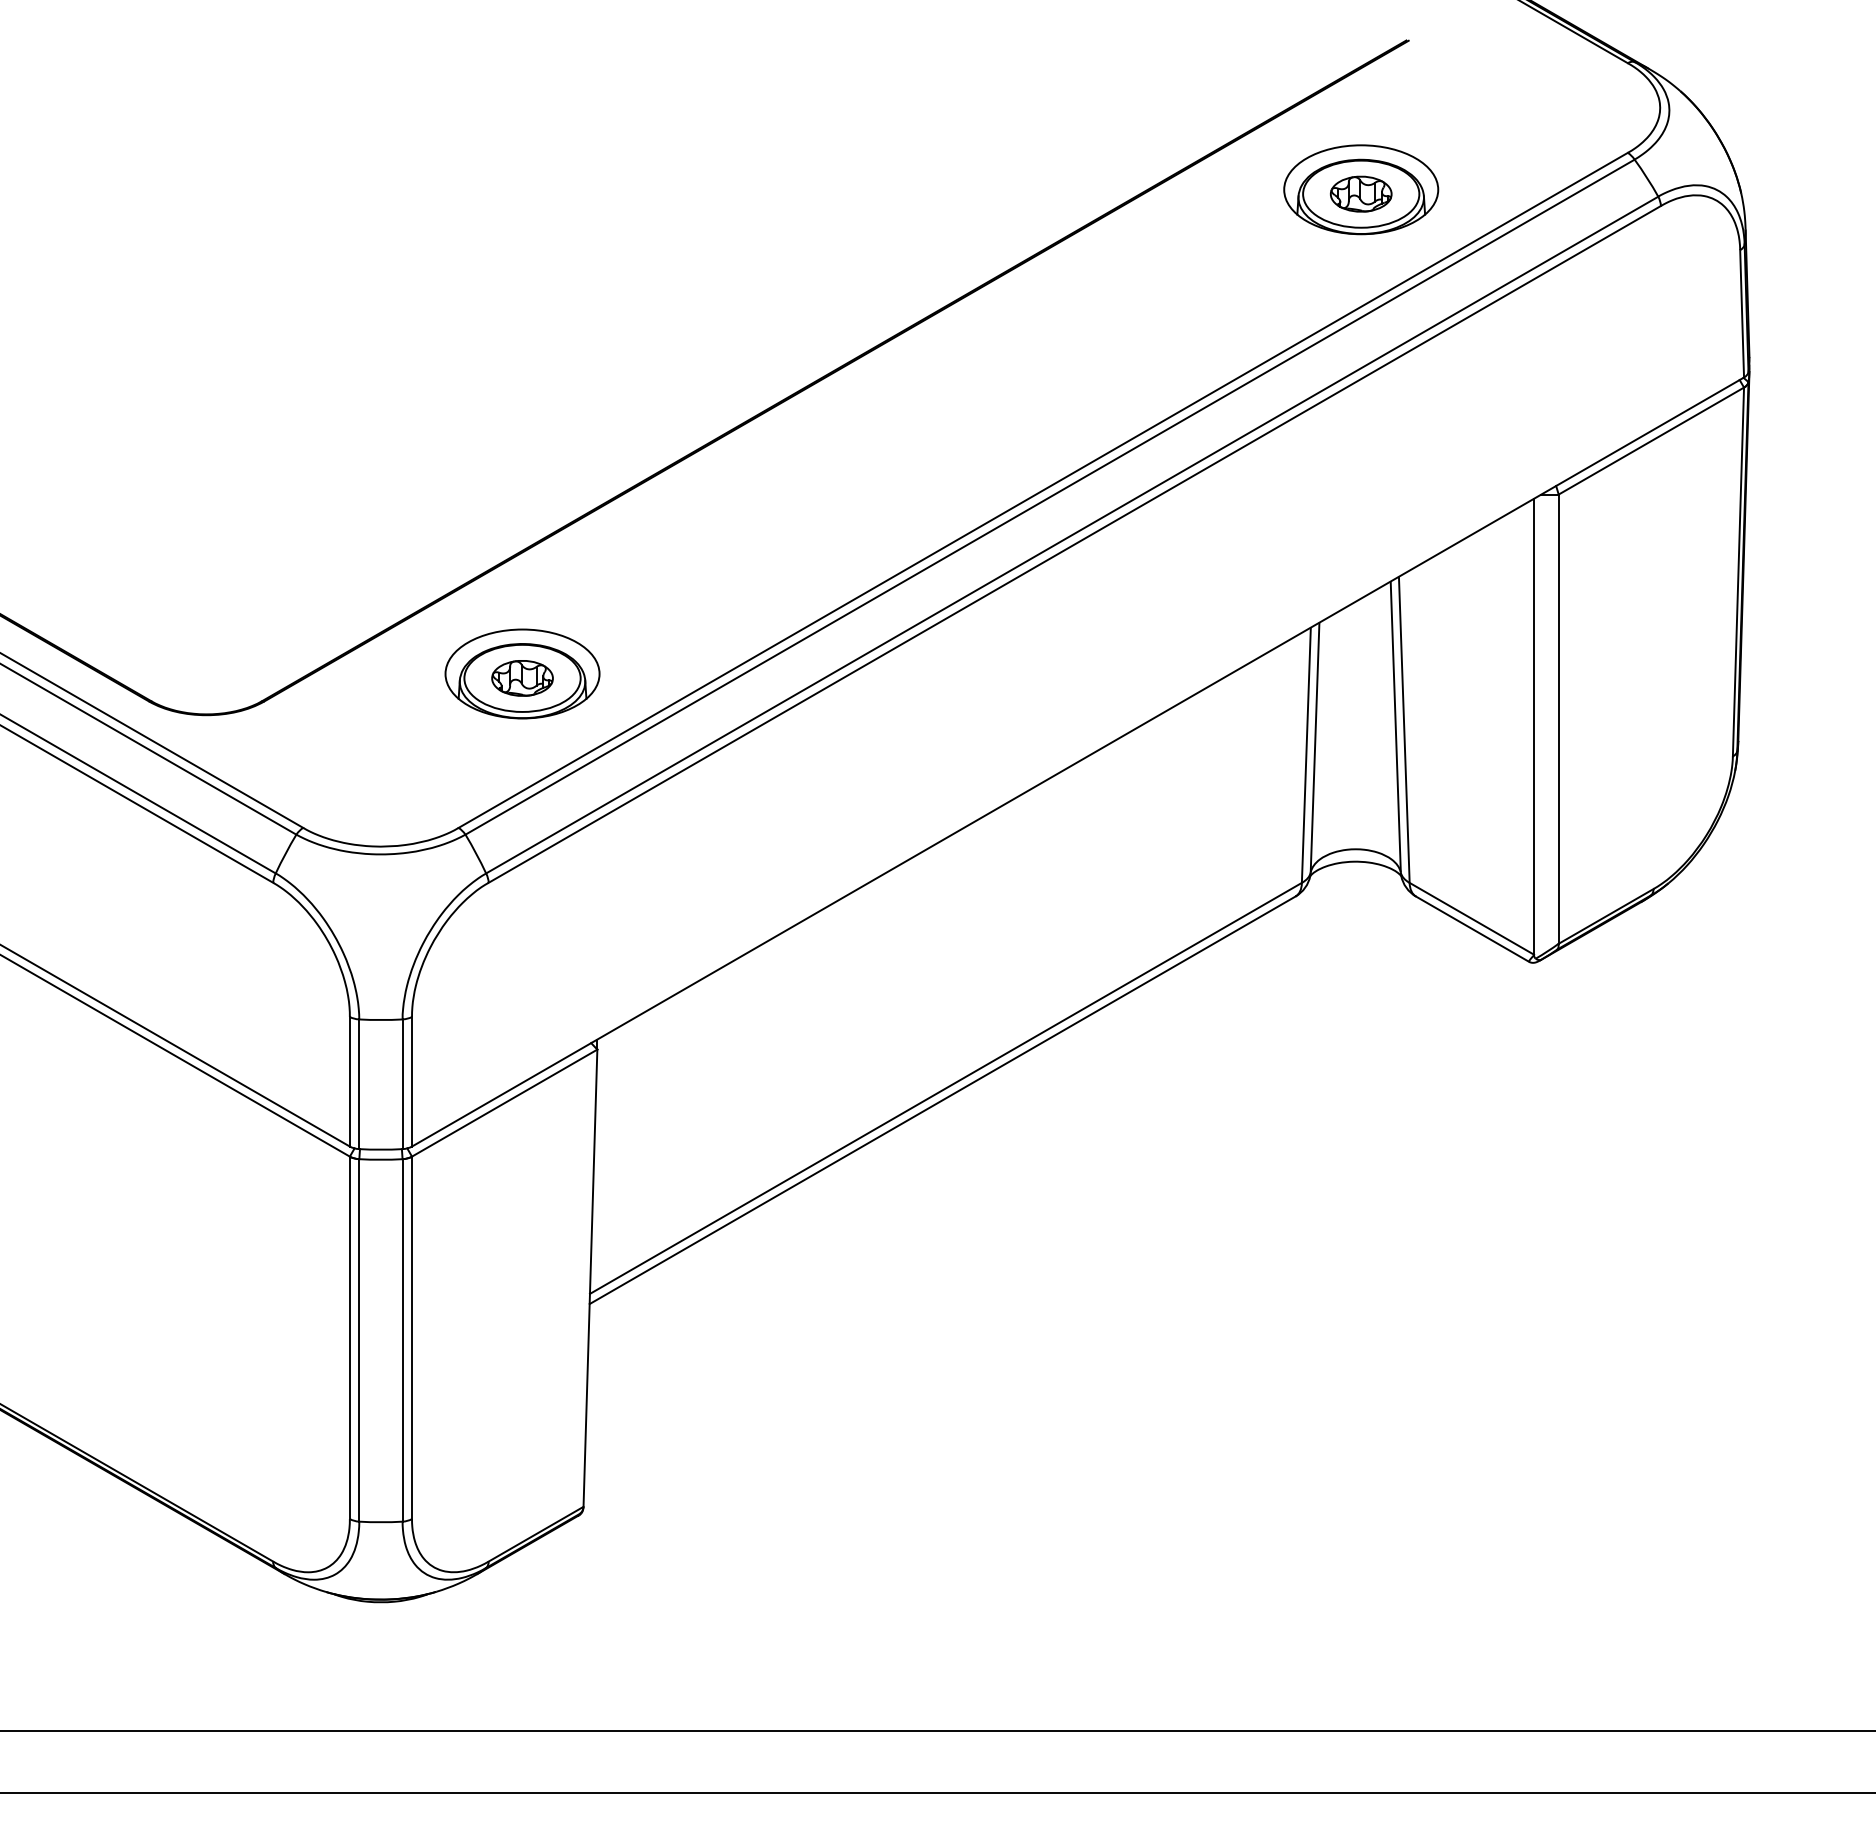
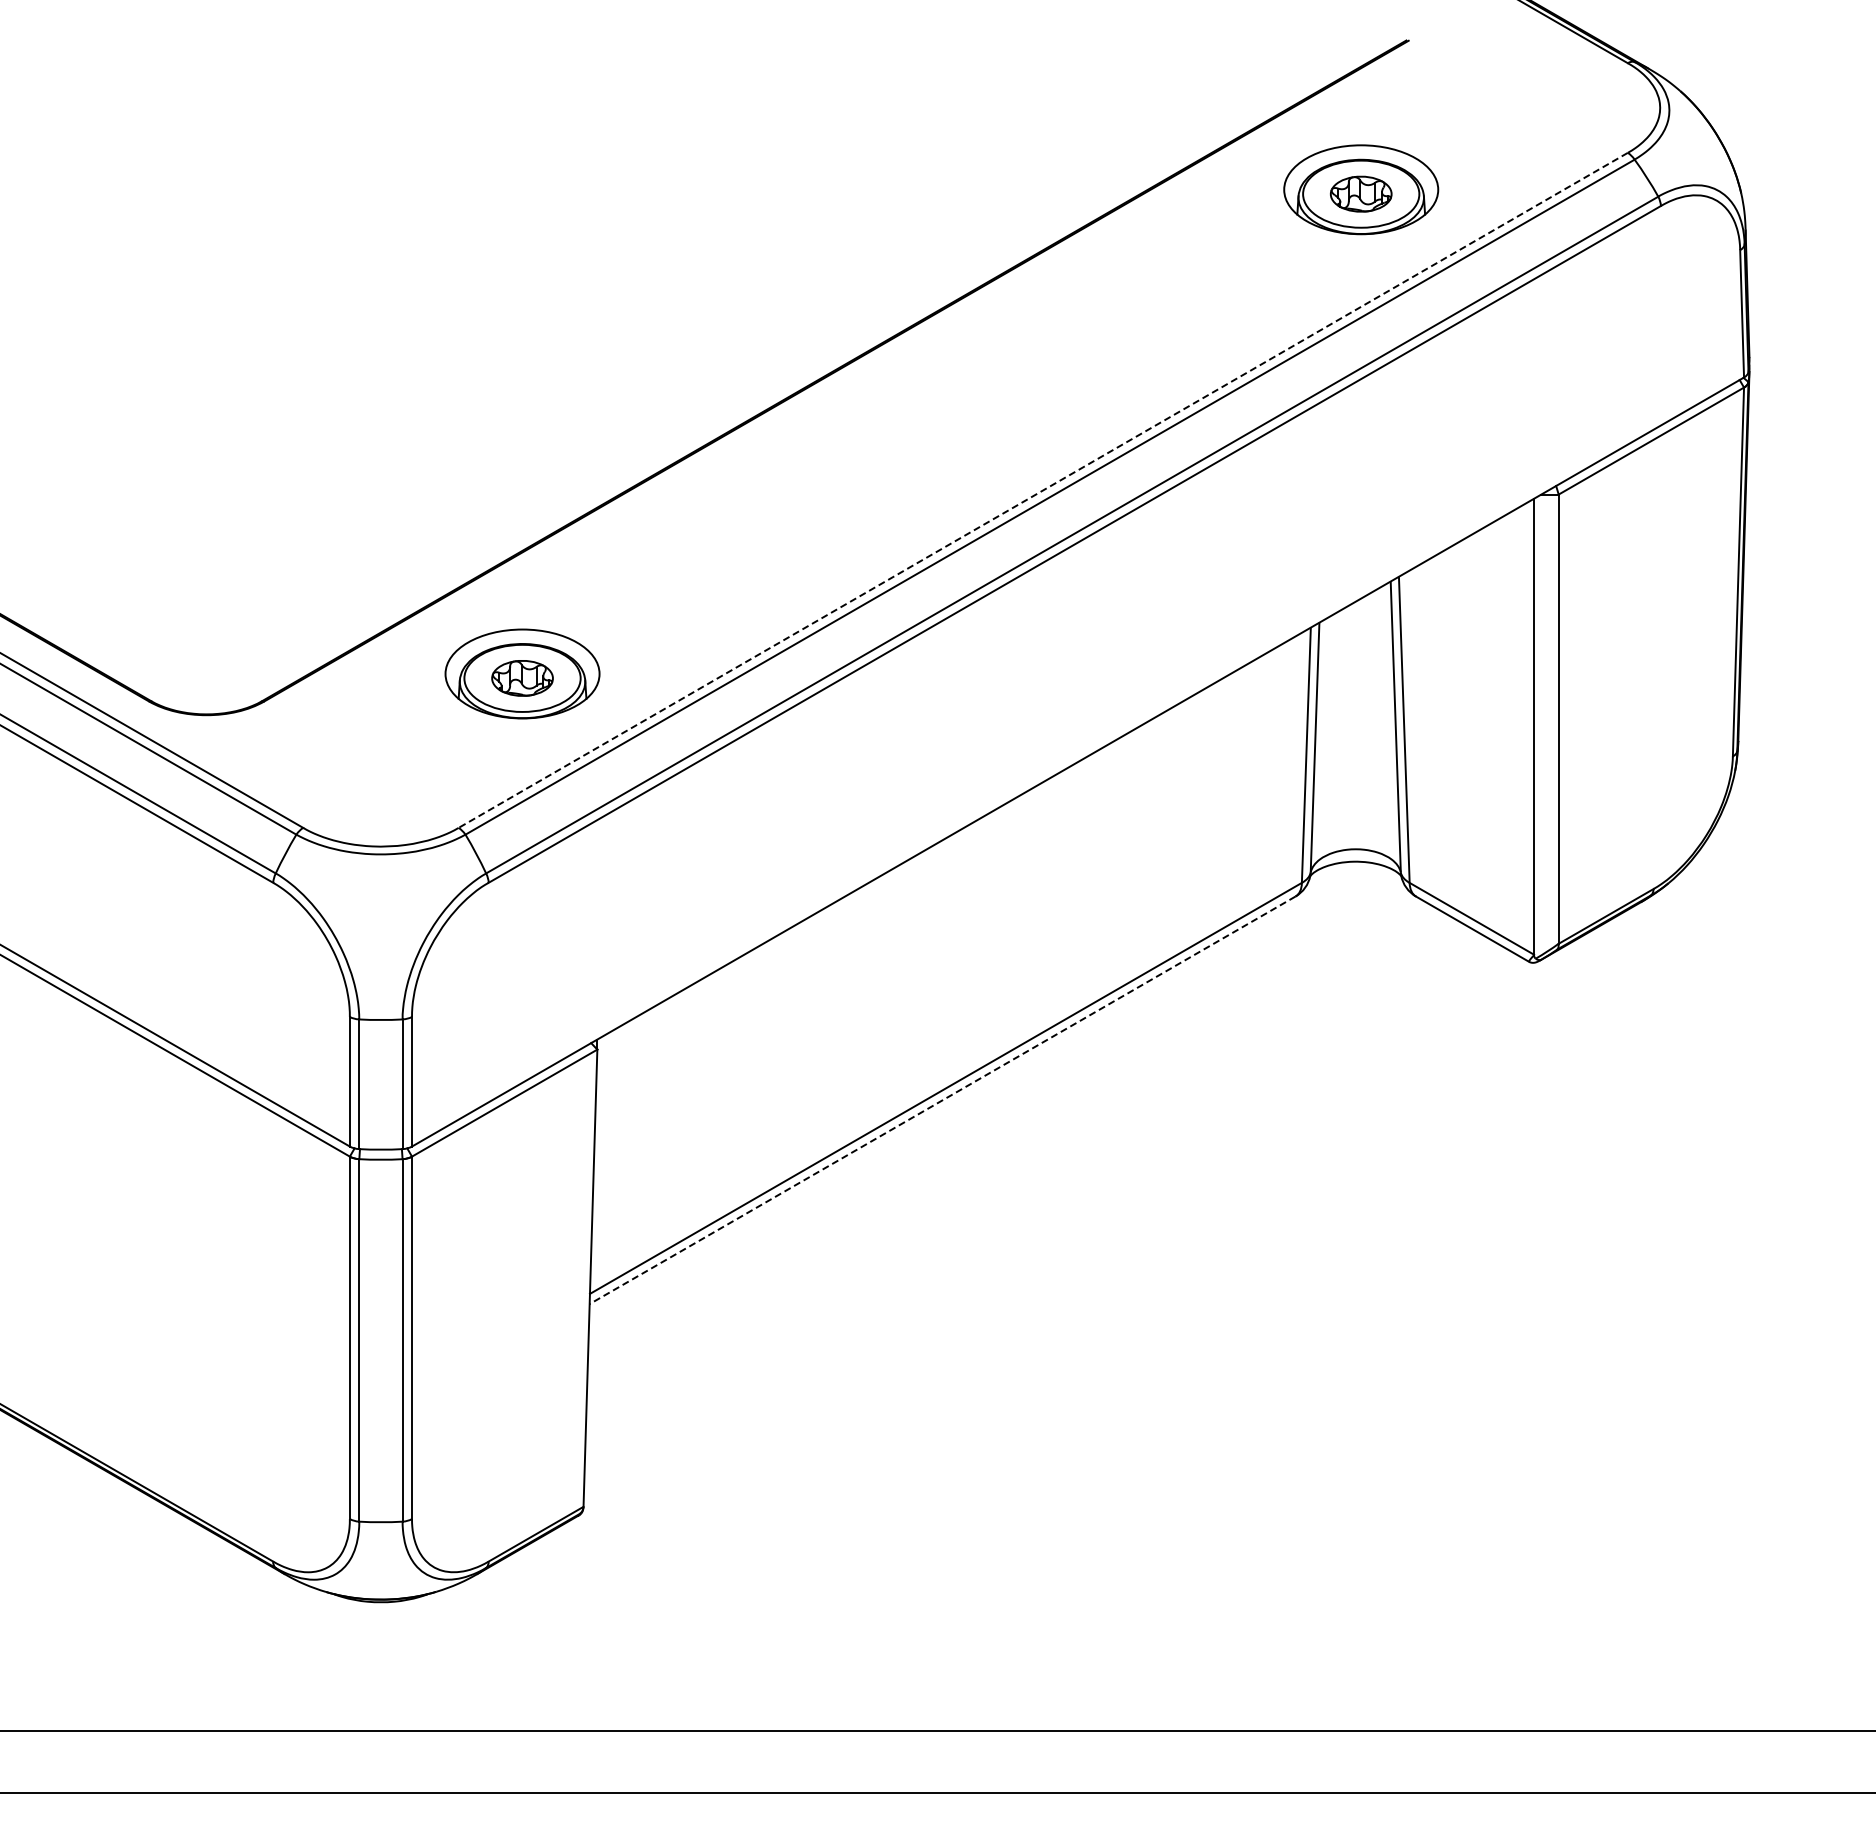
line at (1042, 490): solid -> dashed
line at (942, 1100): solid -> dashed
